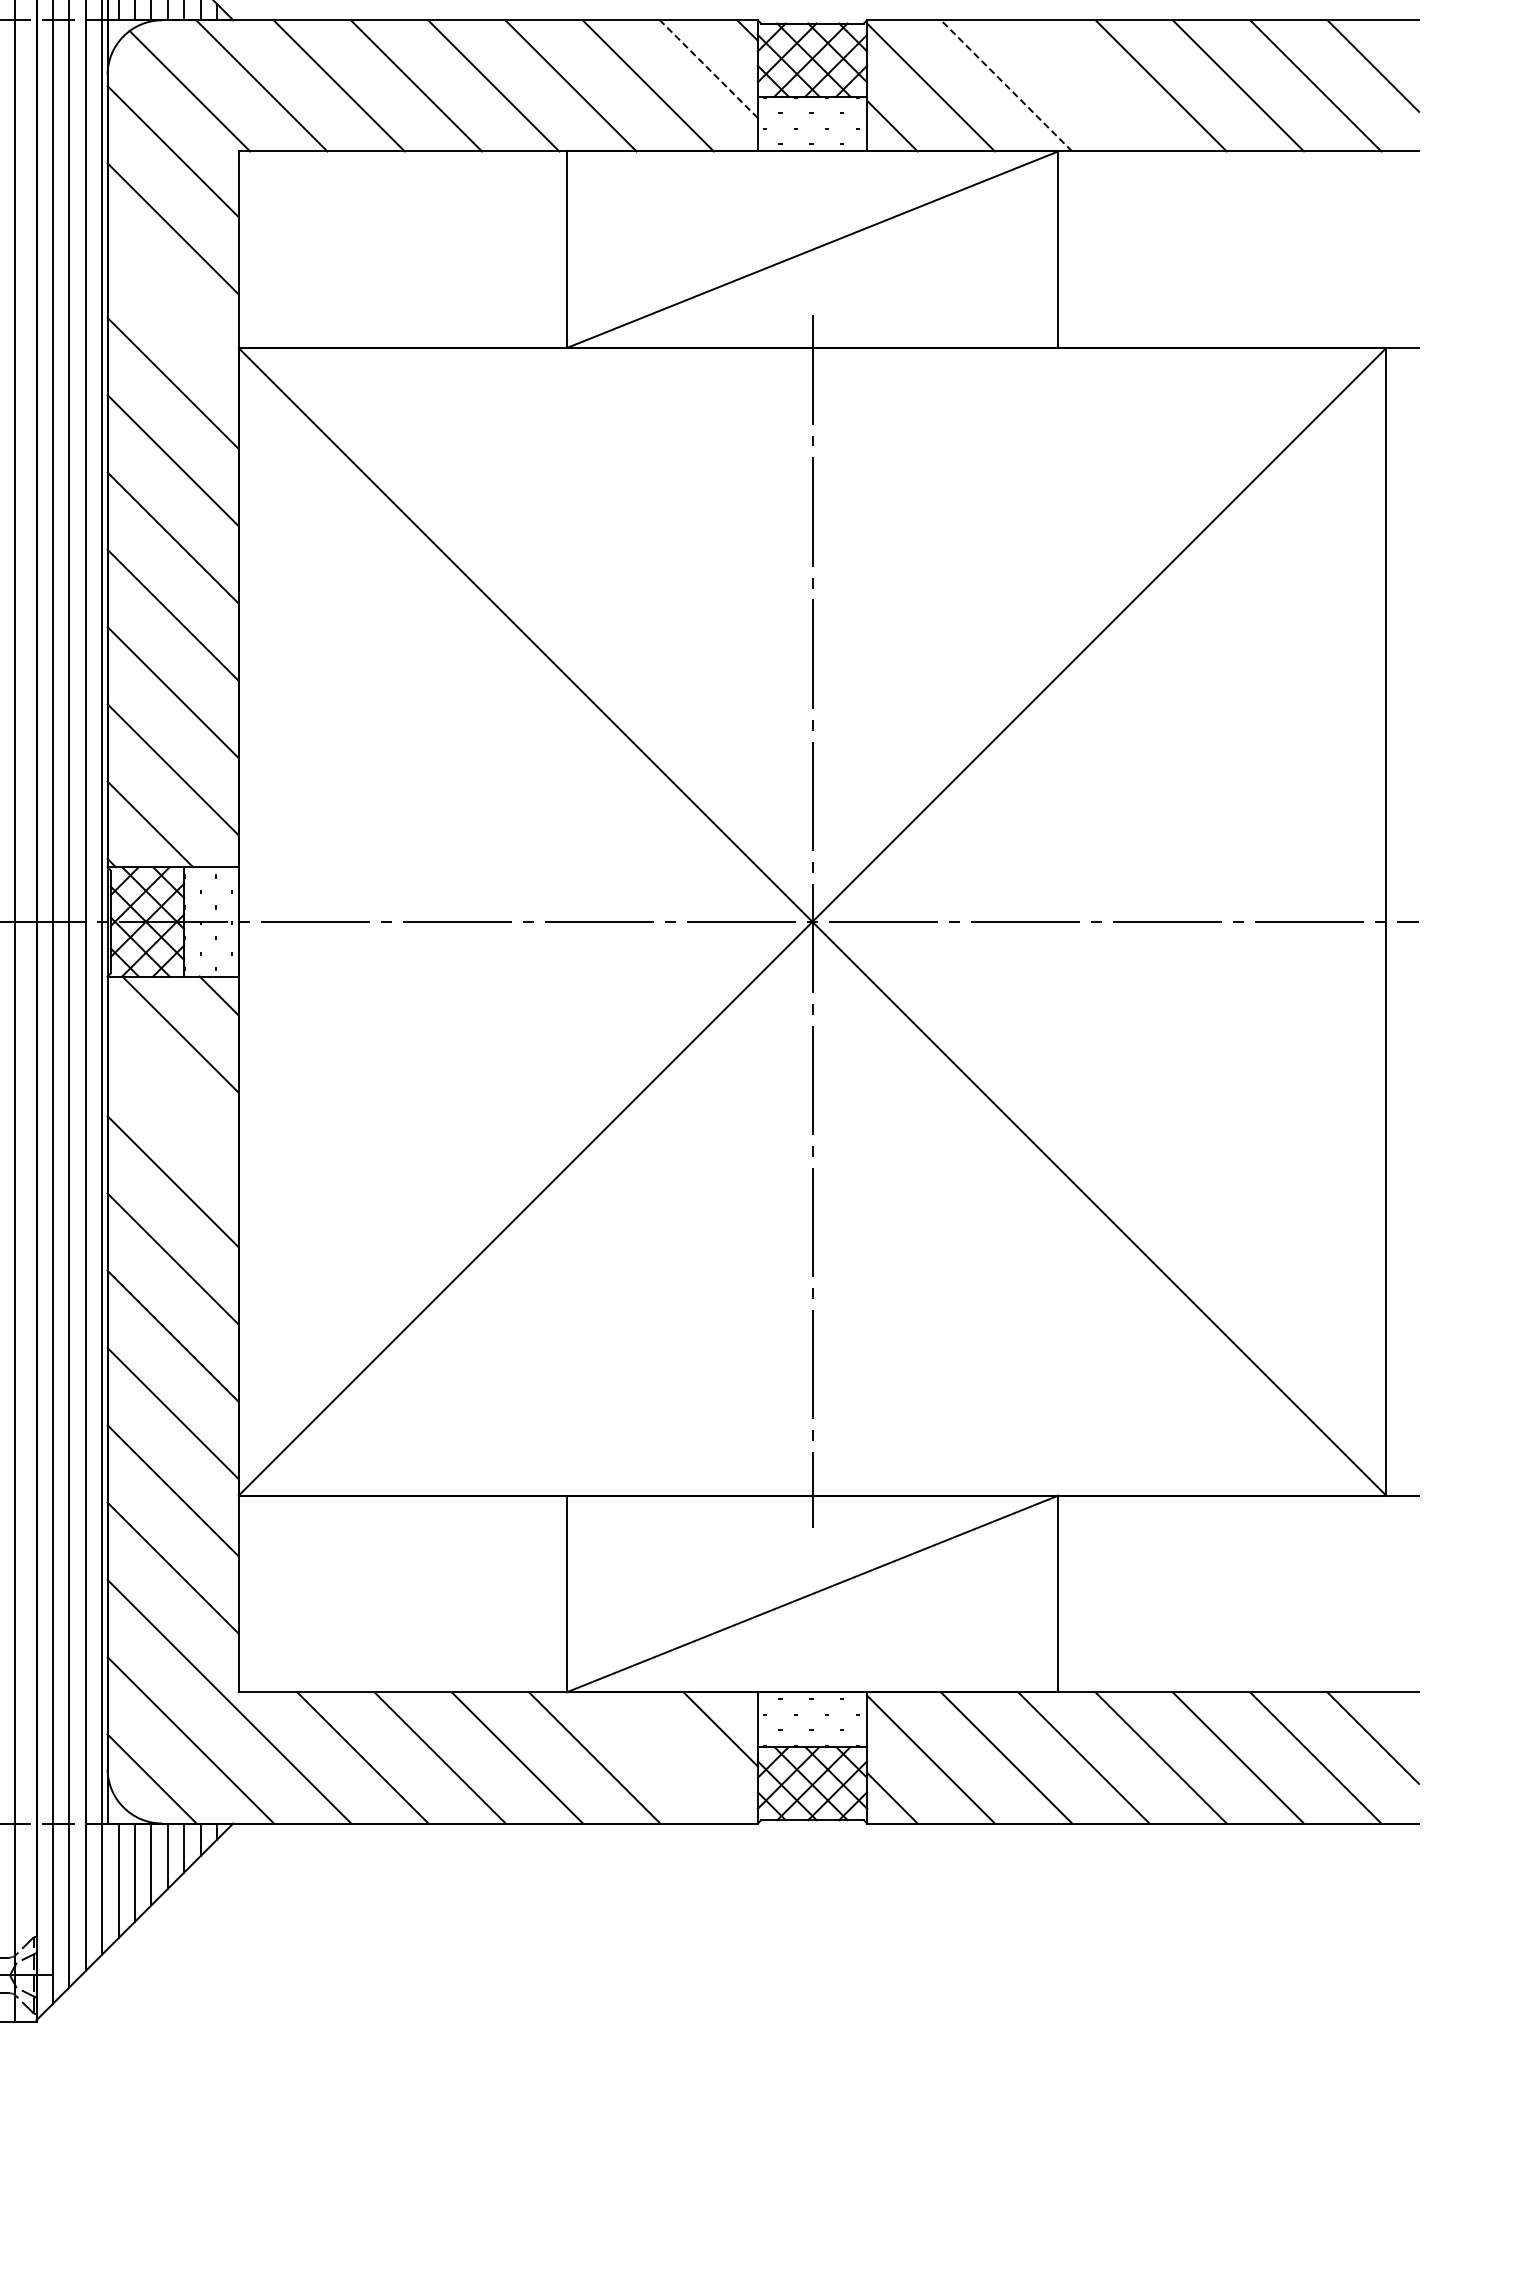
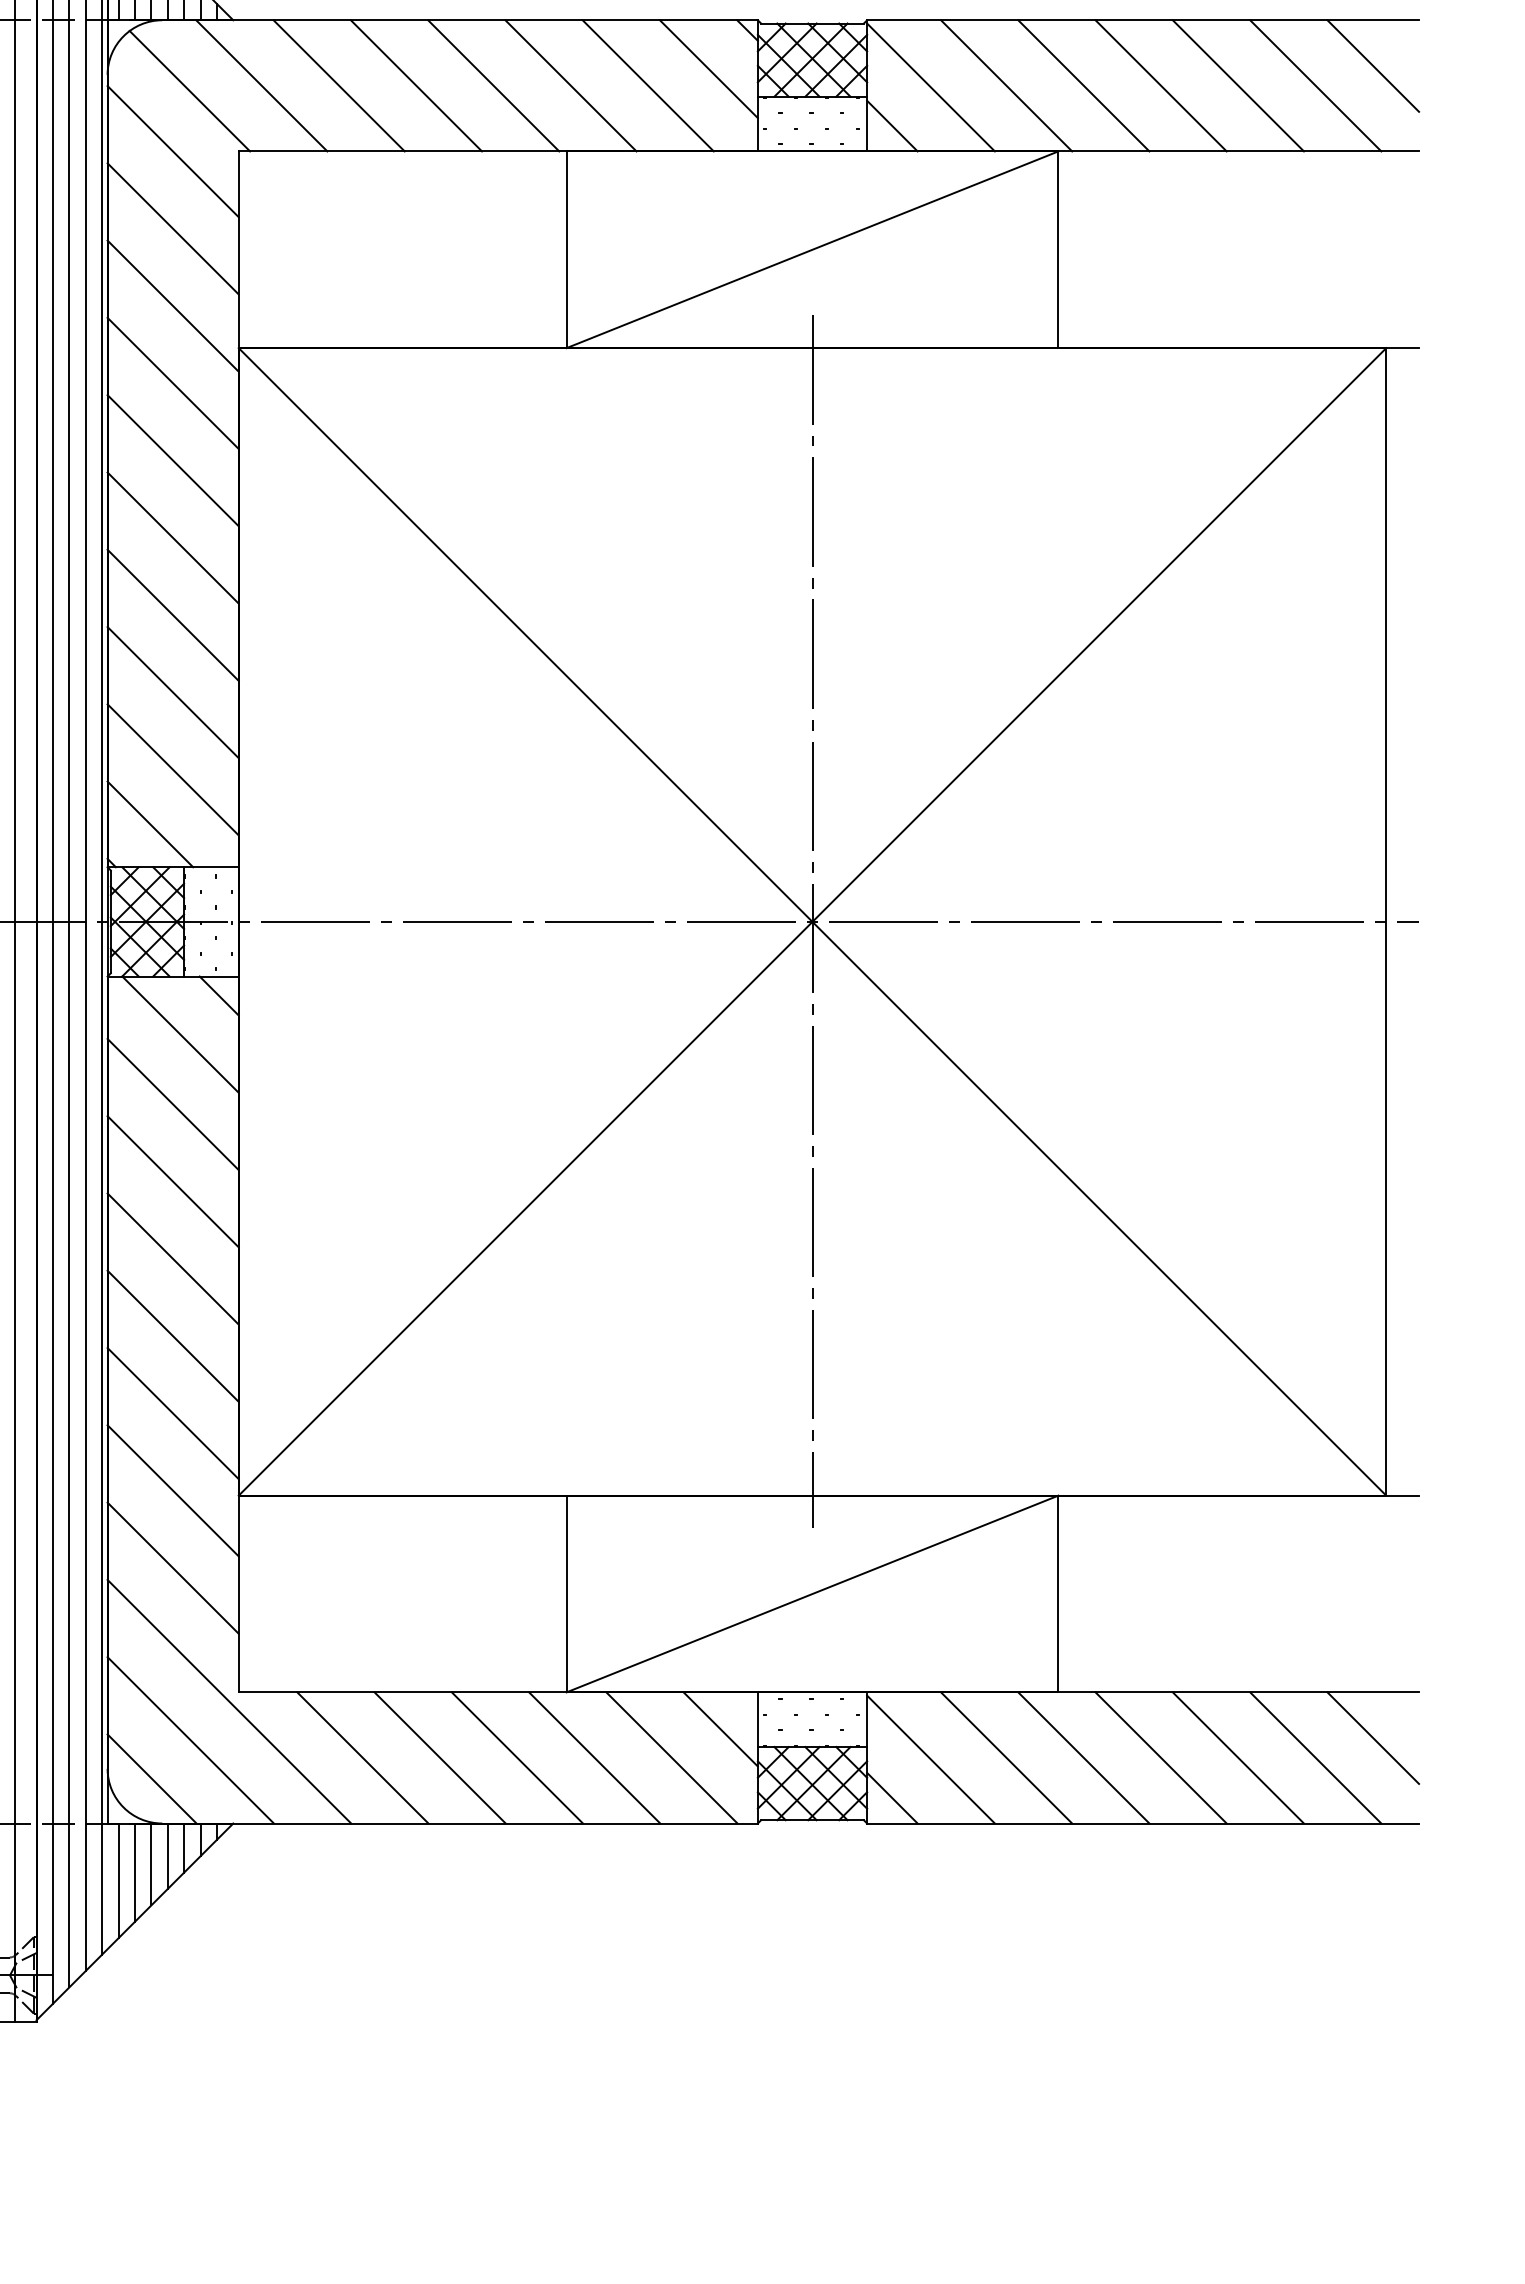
line at (708, 68): dashed -> solid
line at (1006, 85): dashed -> solid
line at (1083, 85): none -> present
line at (172, 305): none -> present
line at (172, 1104): none -> present
line at (671, 1757): none -> present
